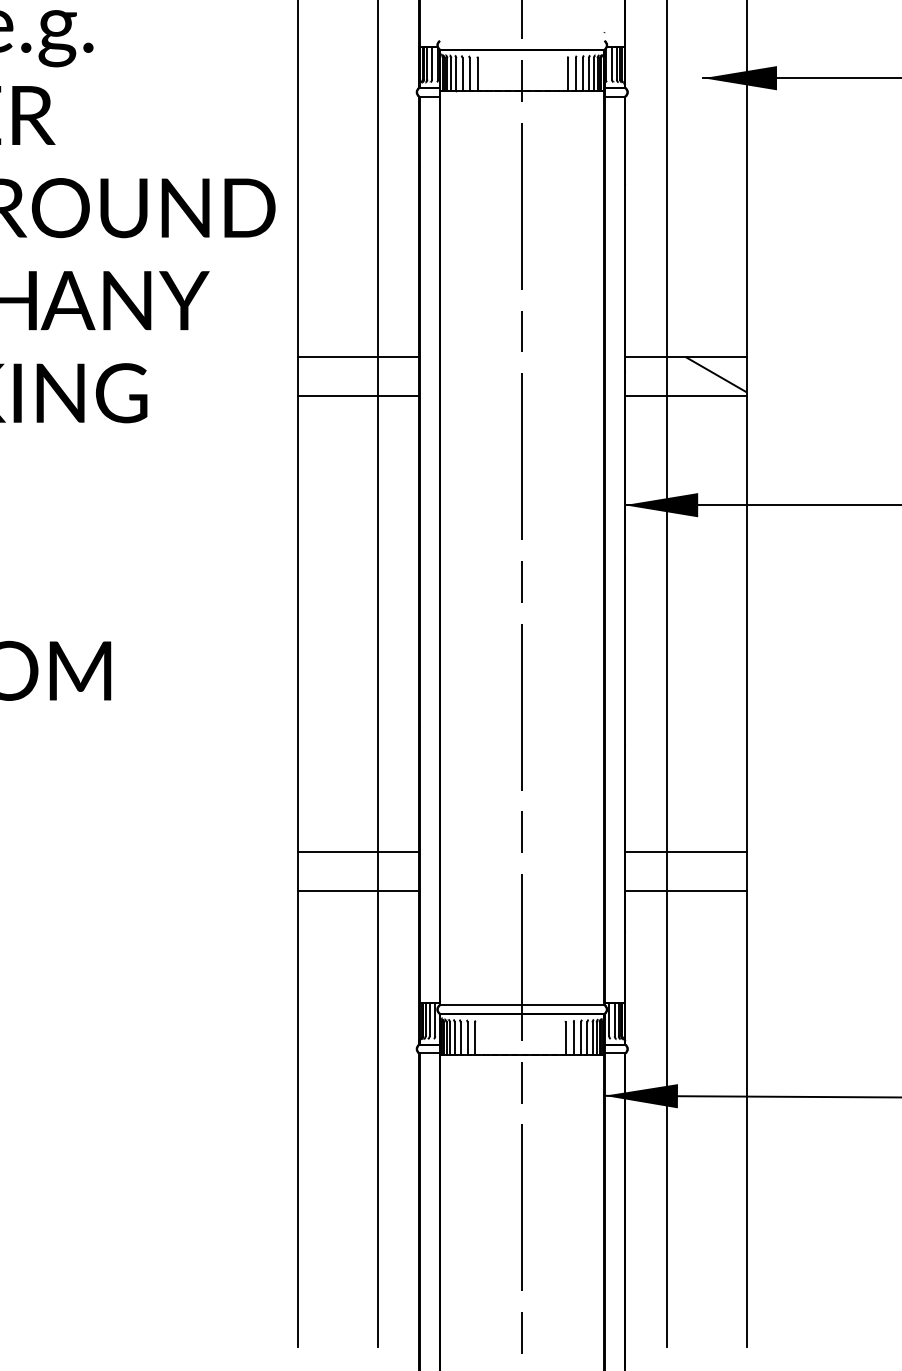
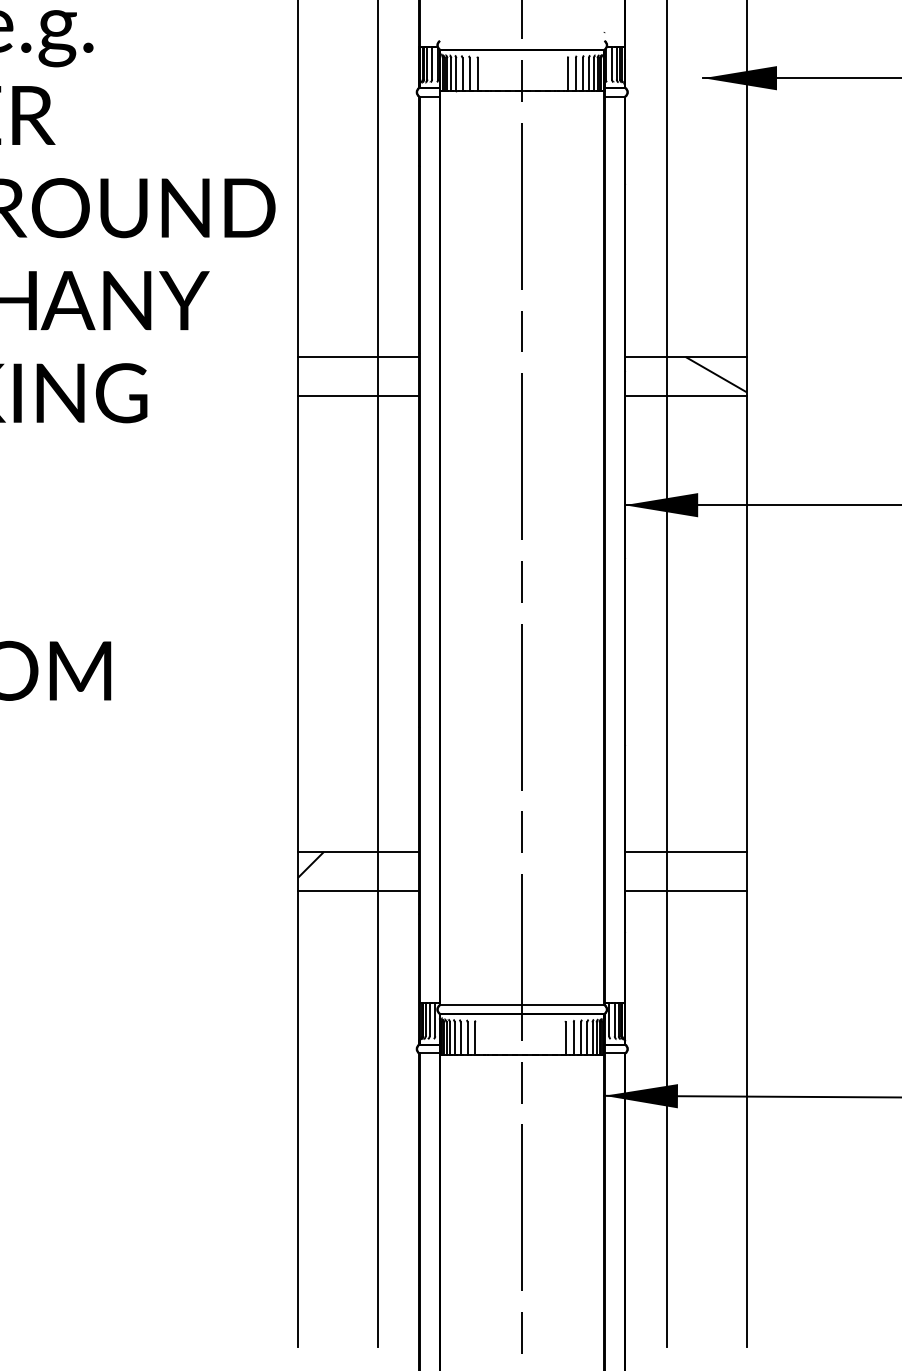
hatch at (310, 864): none -> present
